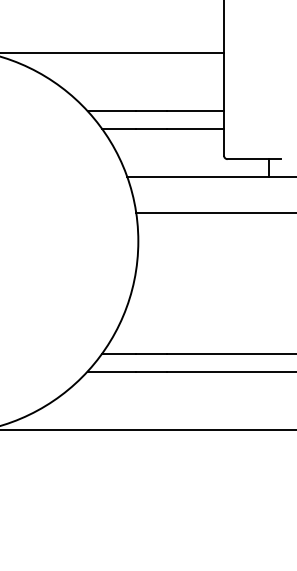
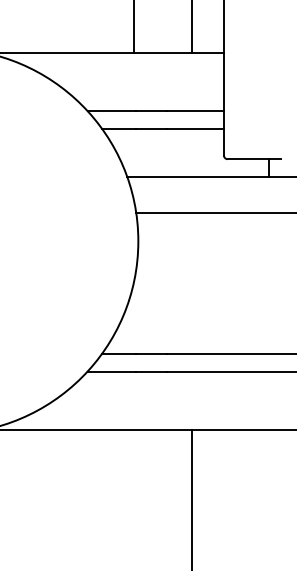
line at (134, 27): none -> present
line at (191, 27): none -> present
line at (191, 498): none -> present
